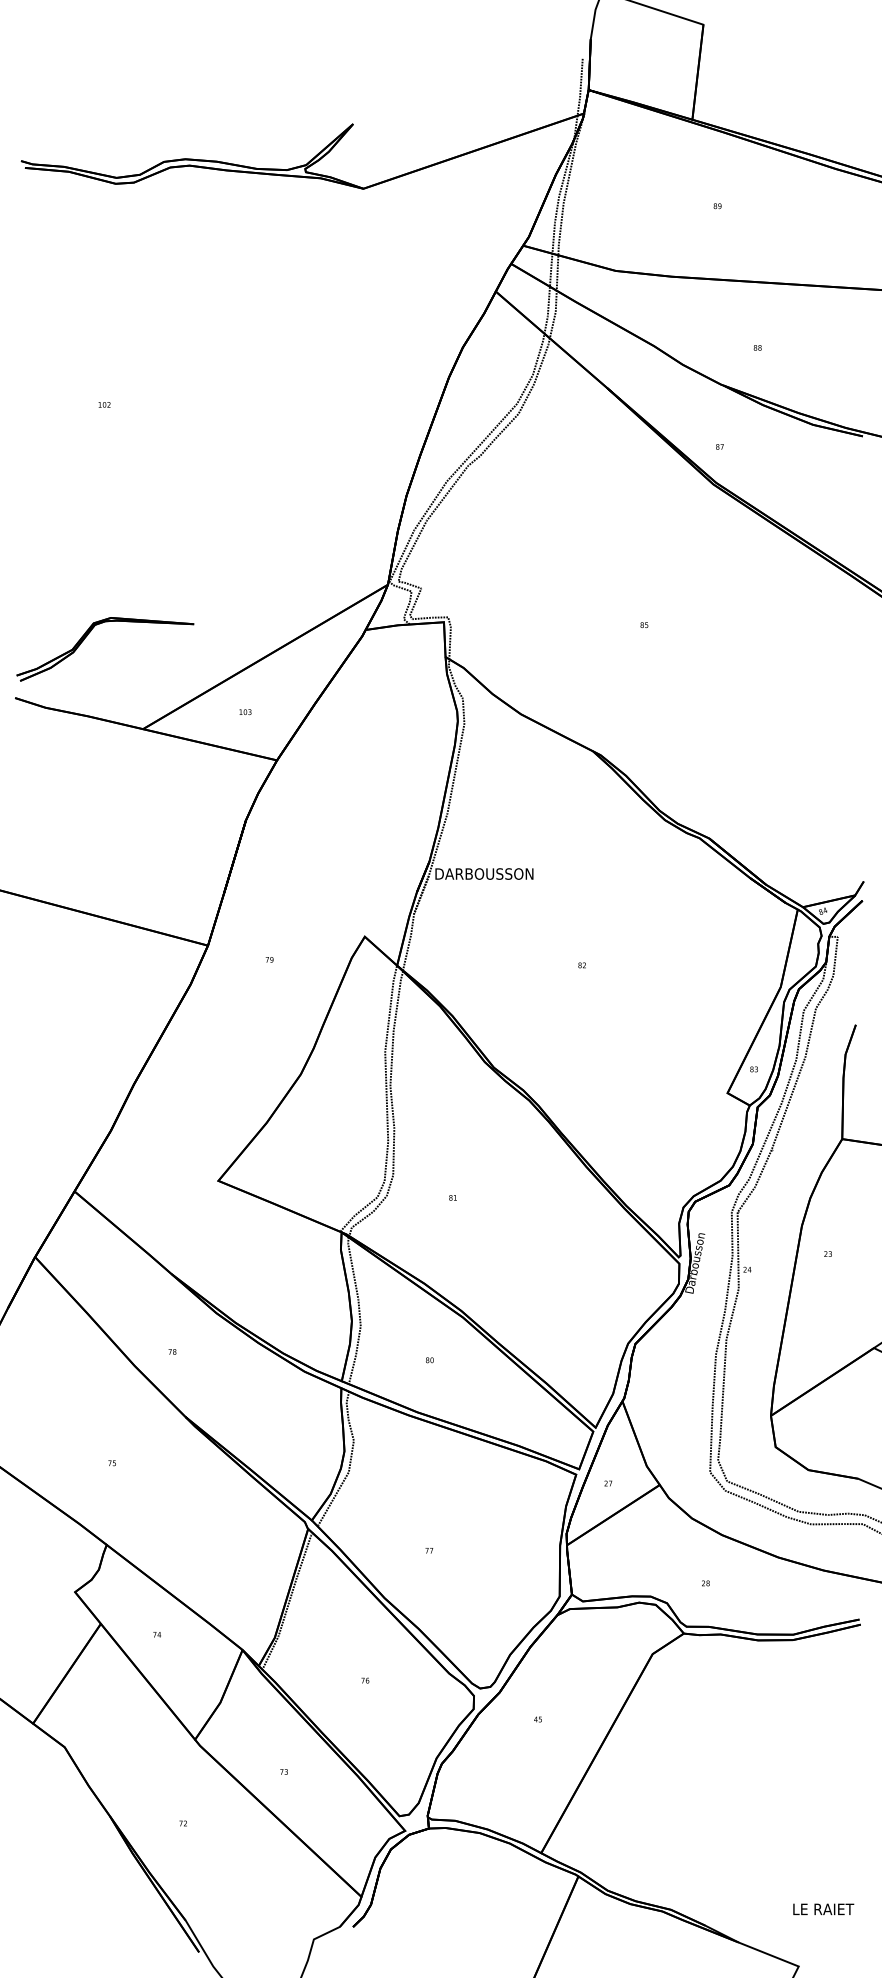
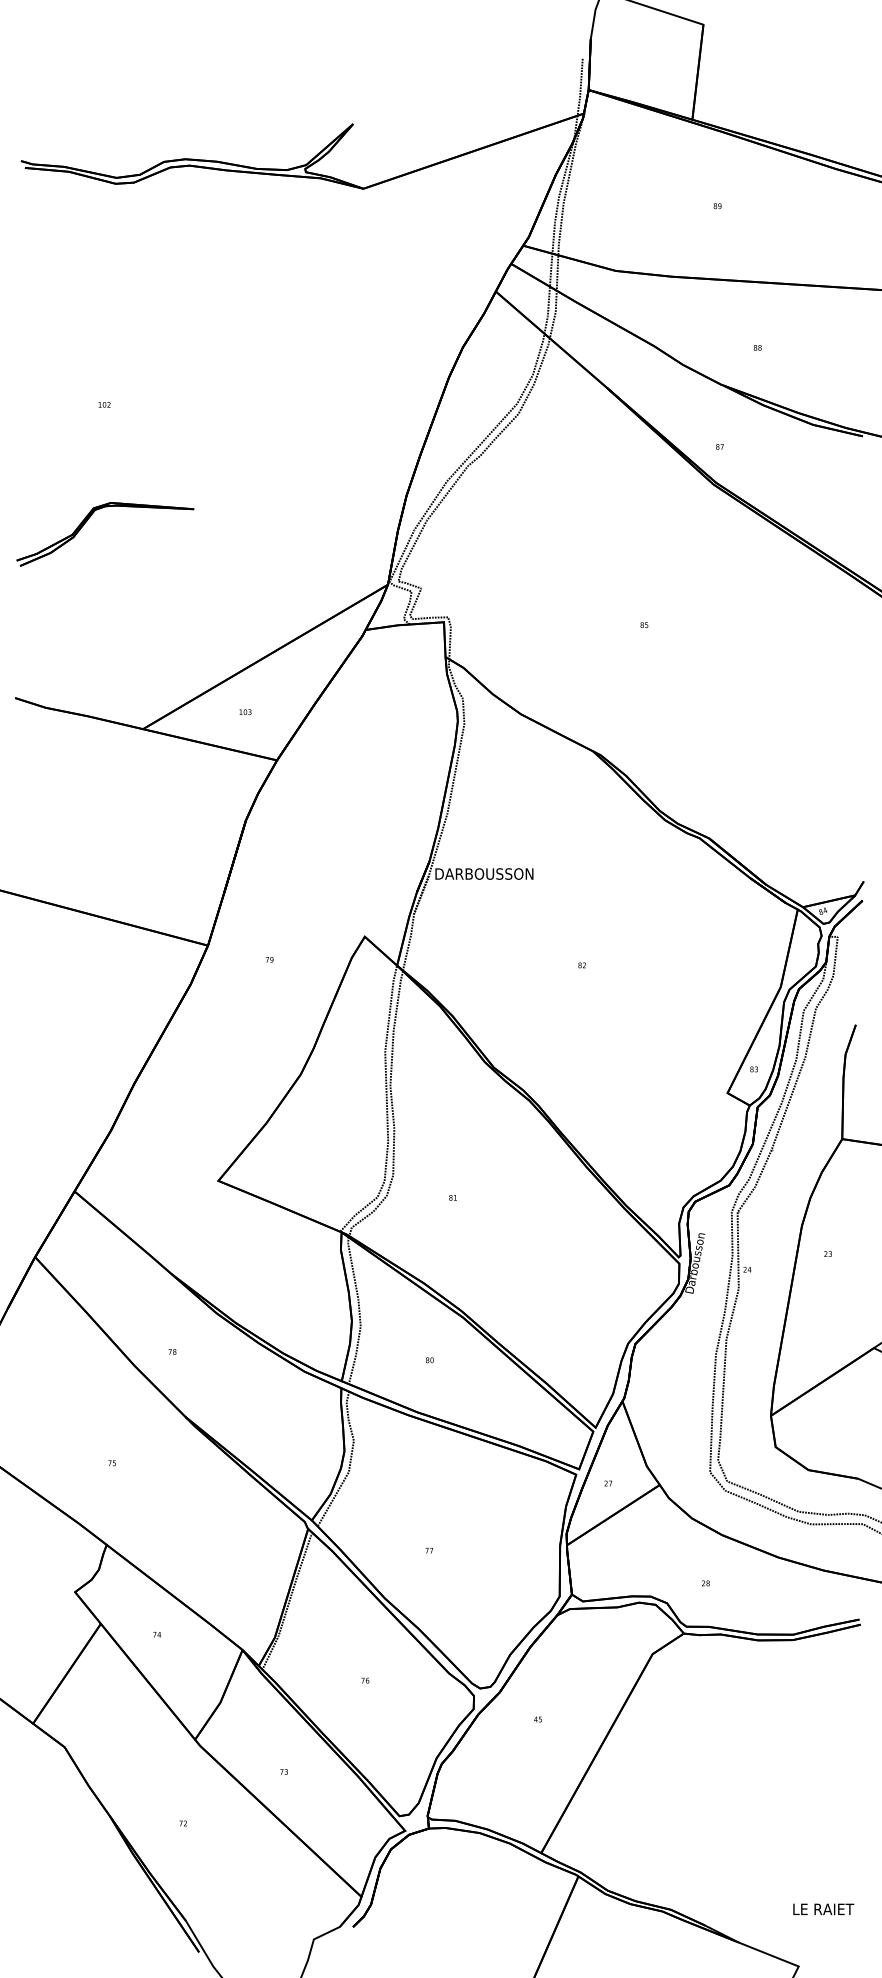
part at (87, 636) position: (87, 636) -> (87, 521)
